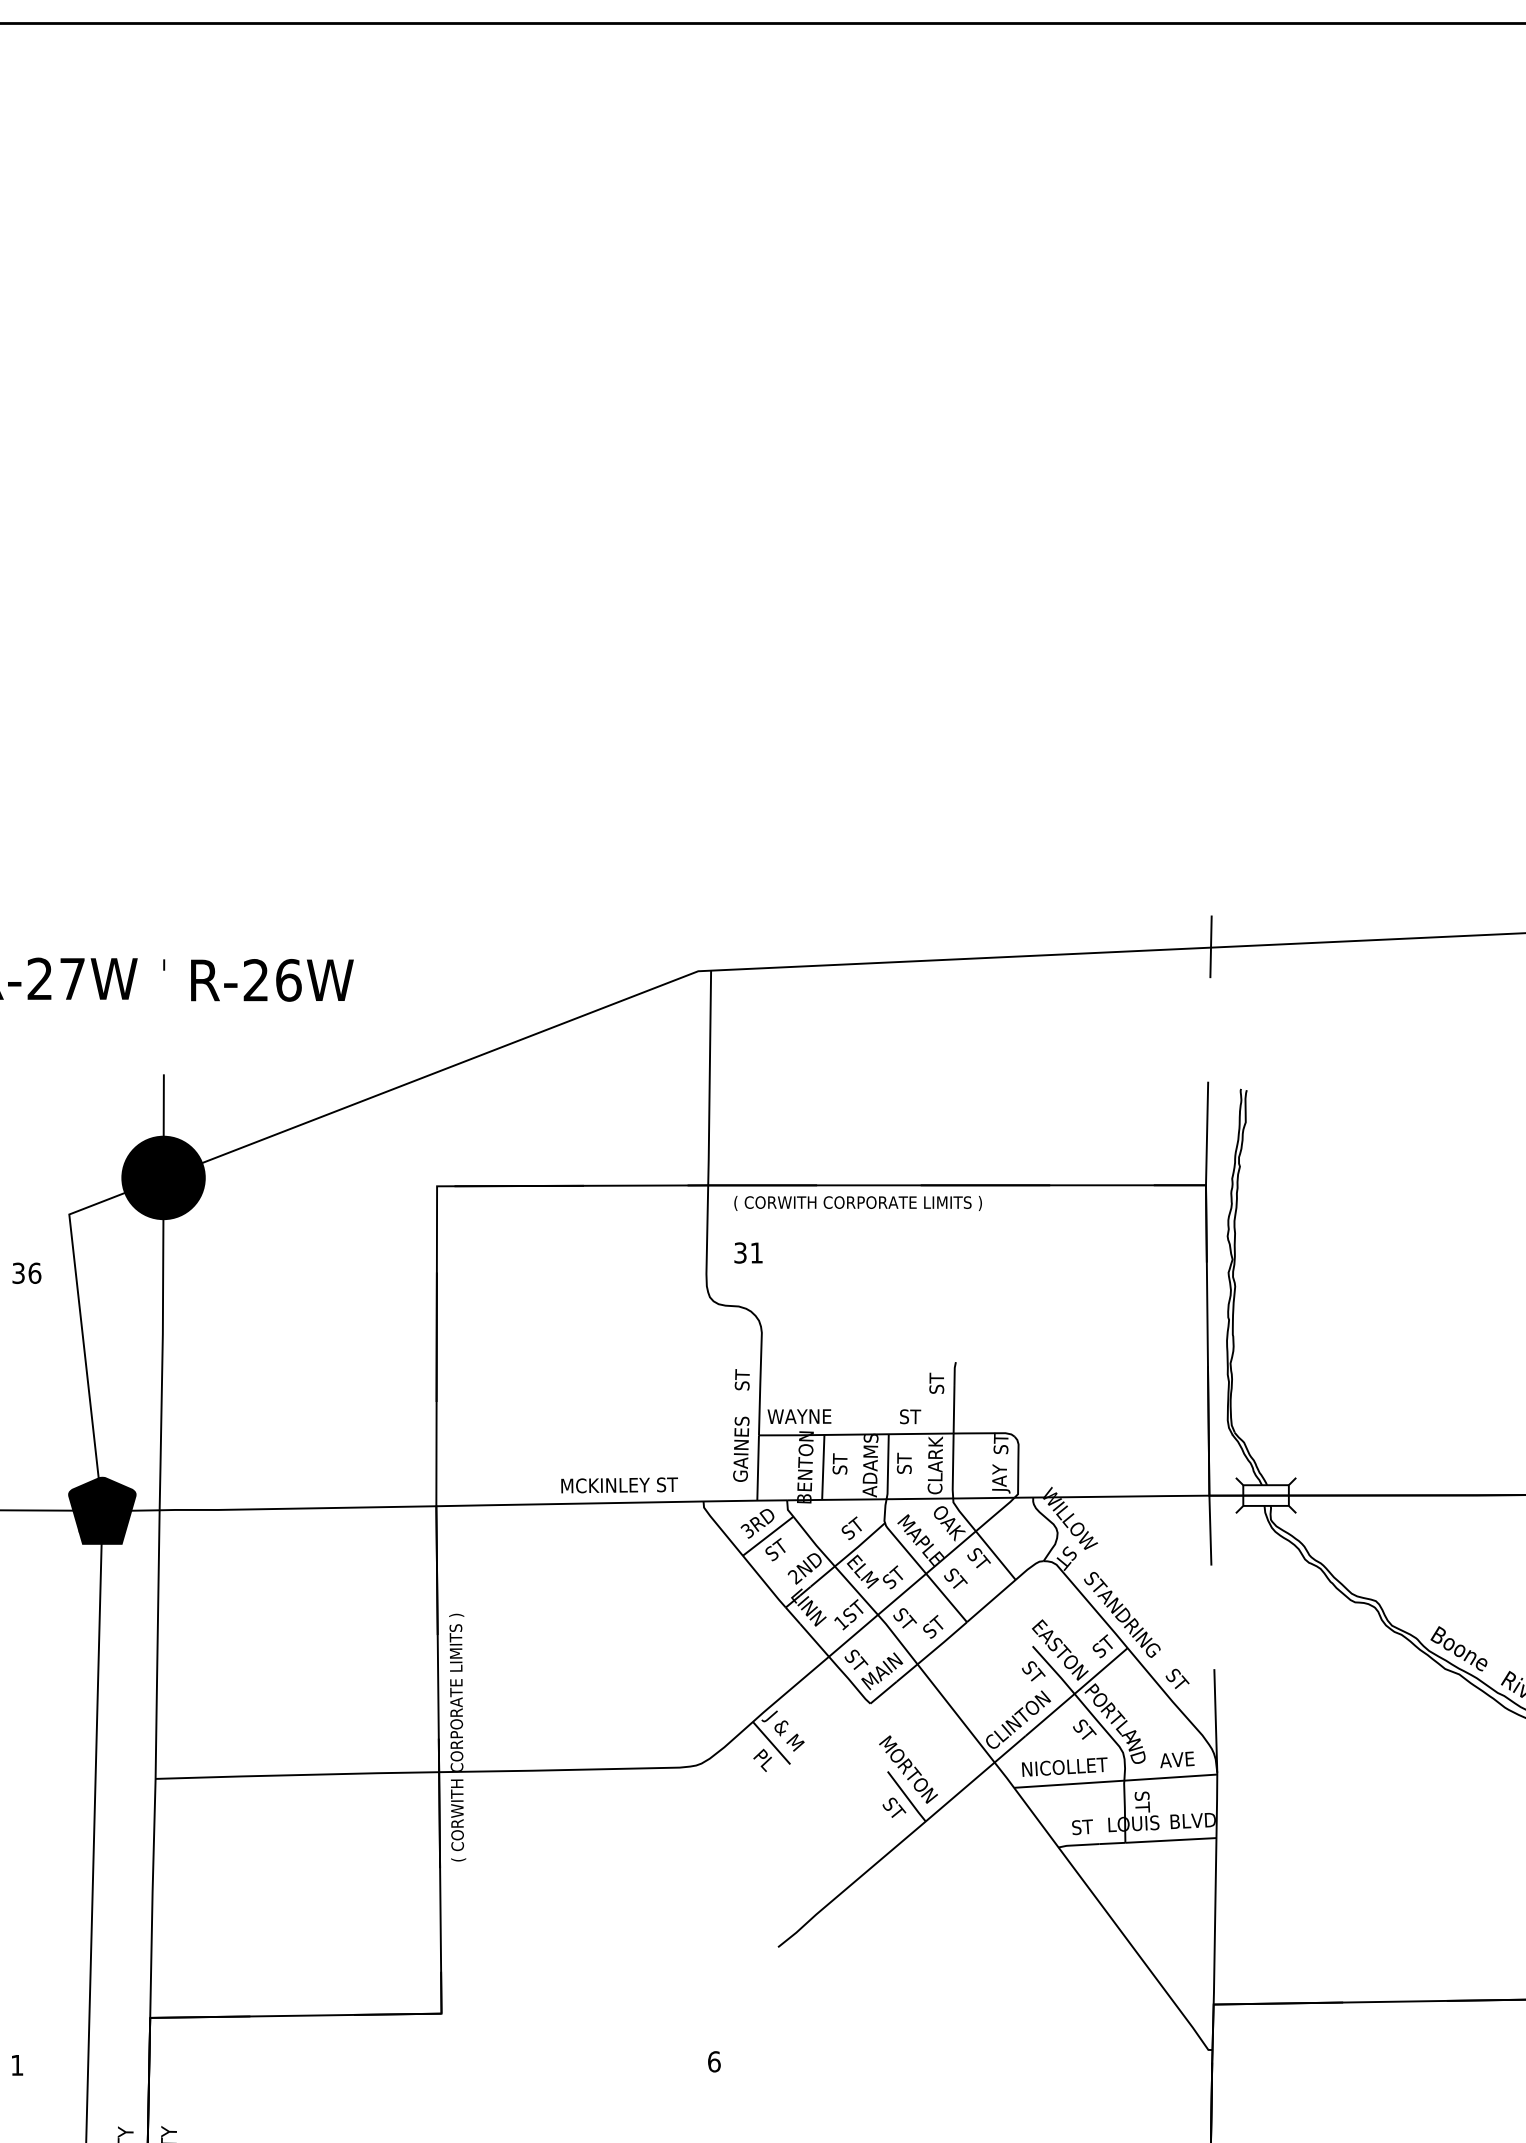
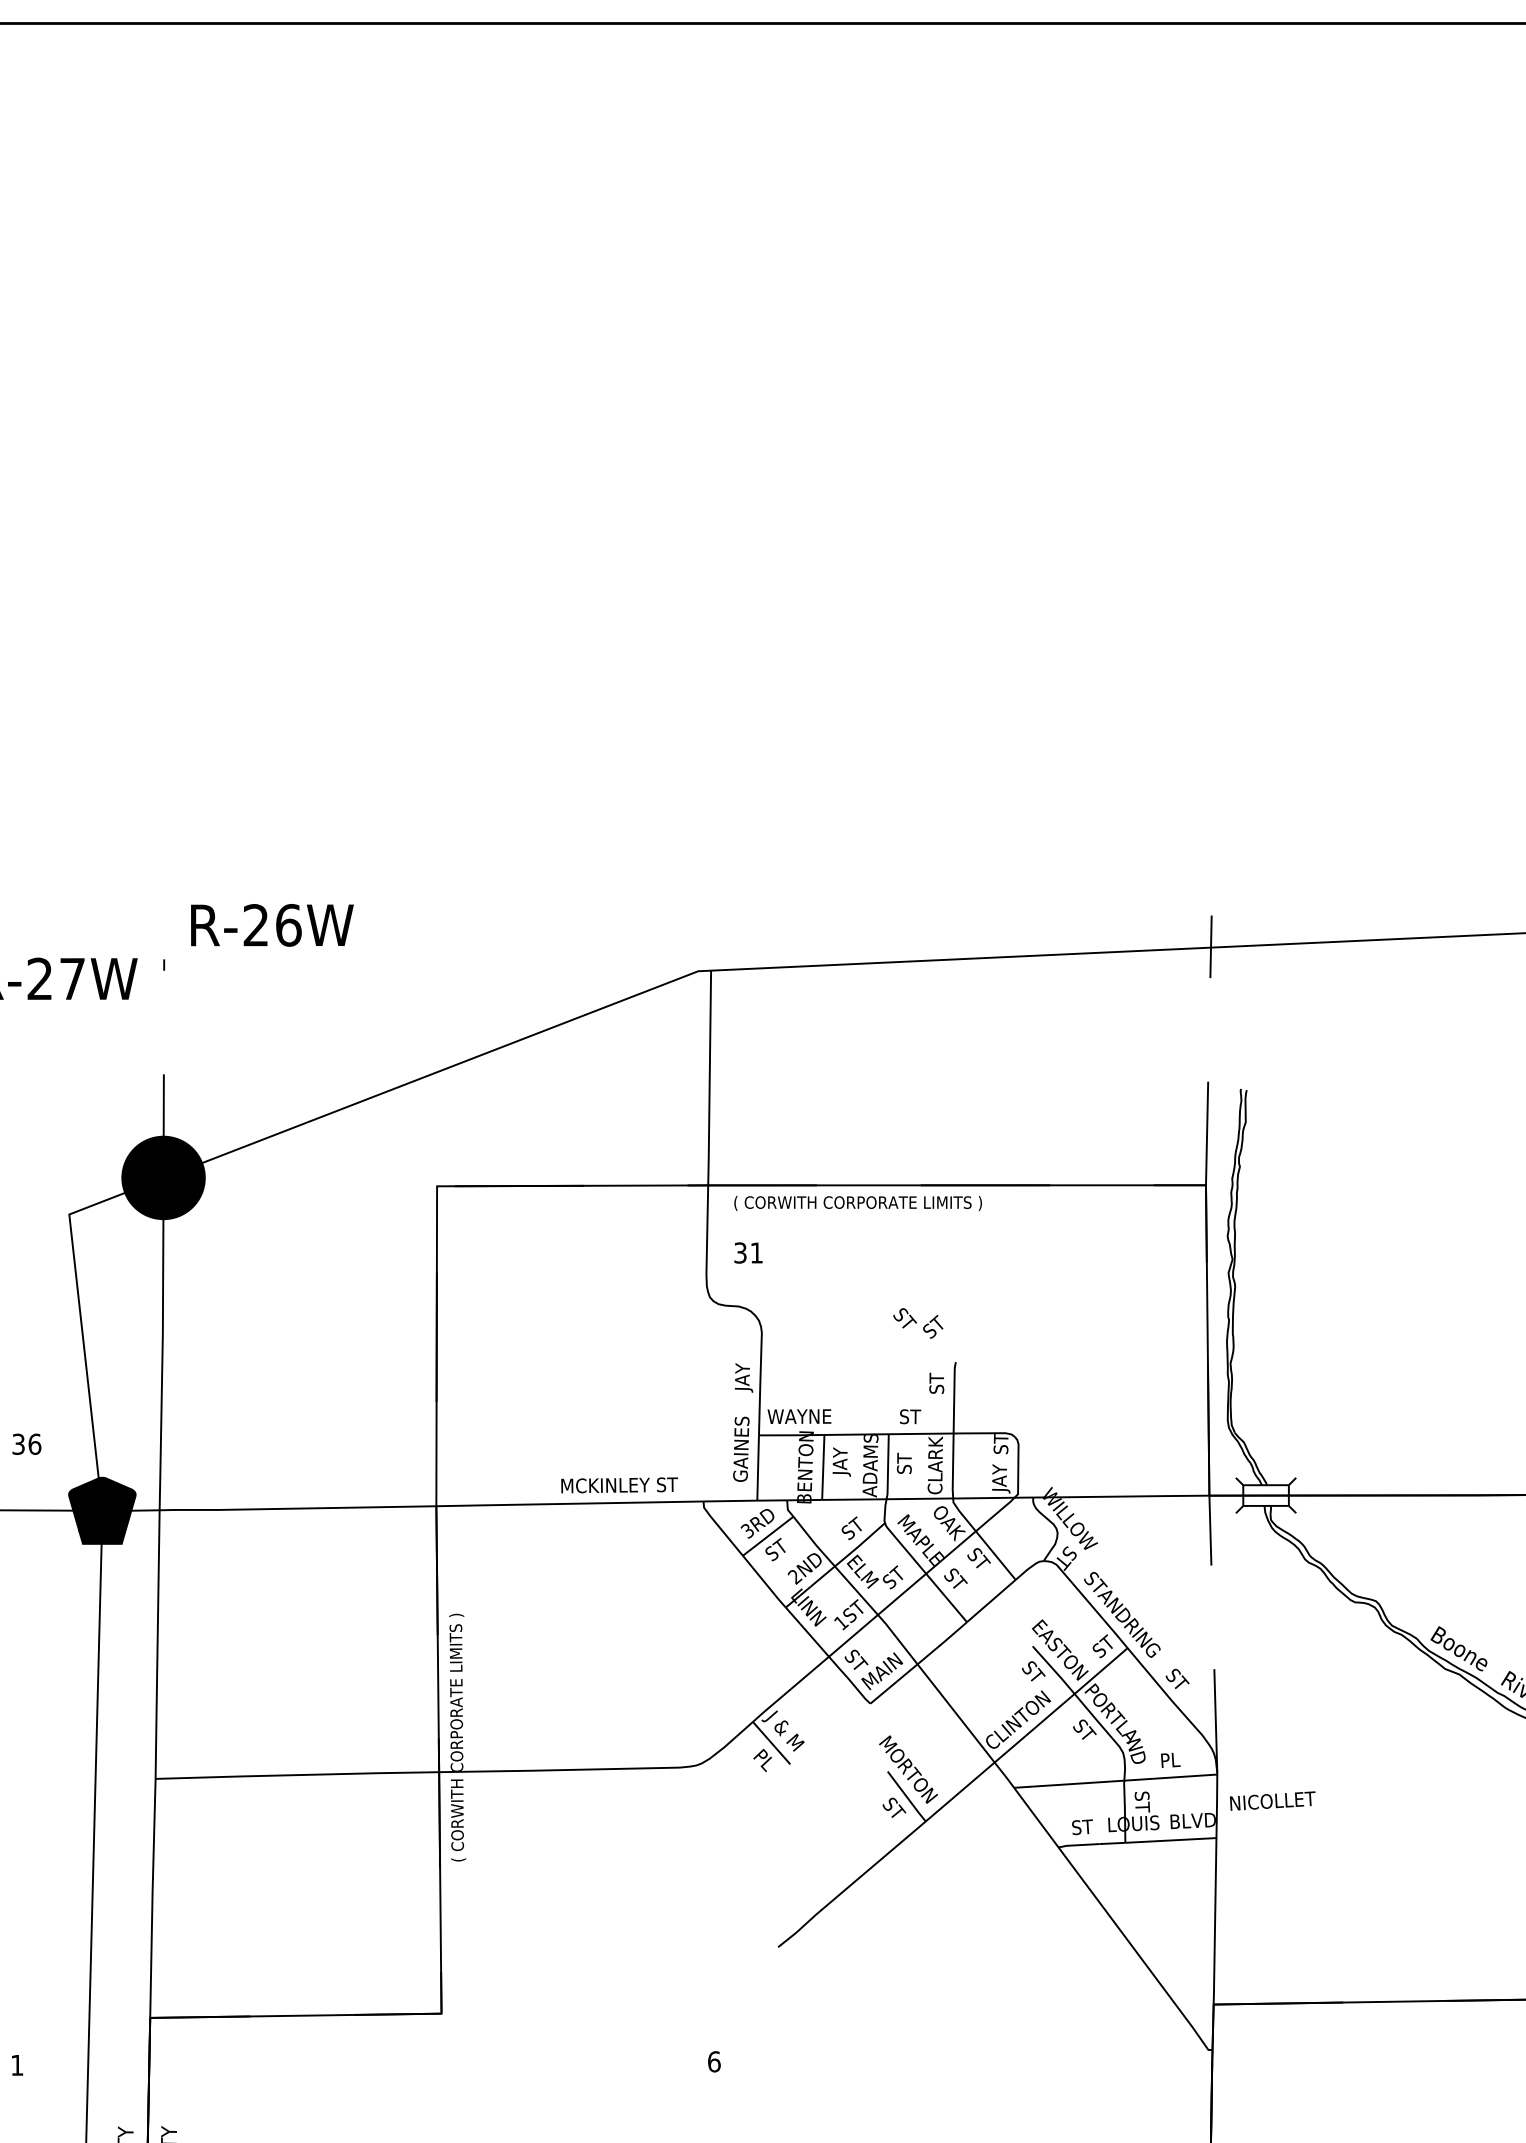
text at (272, 980) position: (272, 980) -> (272, 925)
text at (26, 1272) position: (26, 1272) -> (26, 1443)
text at (743, 1377): ST -> JAY
text at (841, 1461): ST -> JAY
text at (918, 1623) position: (918, 1623) -> (918, 1323)
text at (1177, 1759): AVE -> PL
text at (1064, 1766) position: (1064, 1766) -> (1272, 1800)
